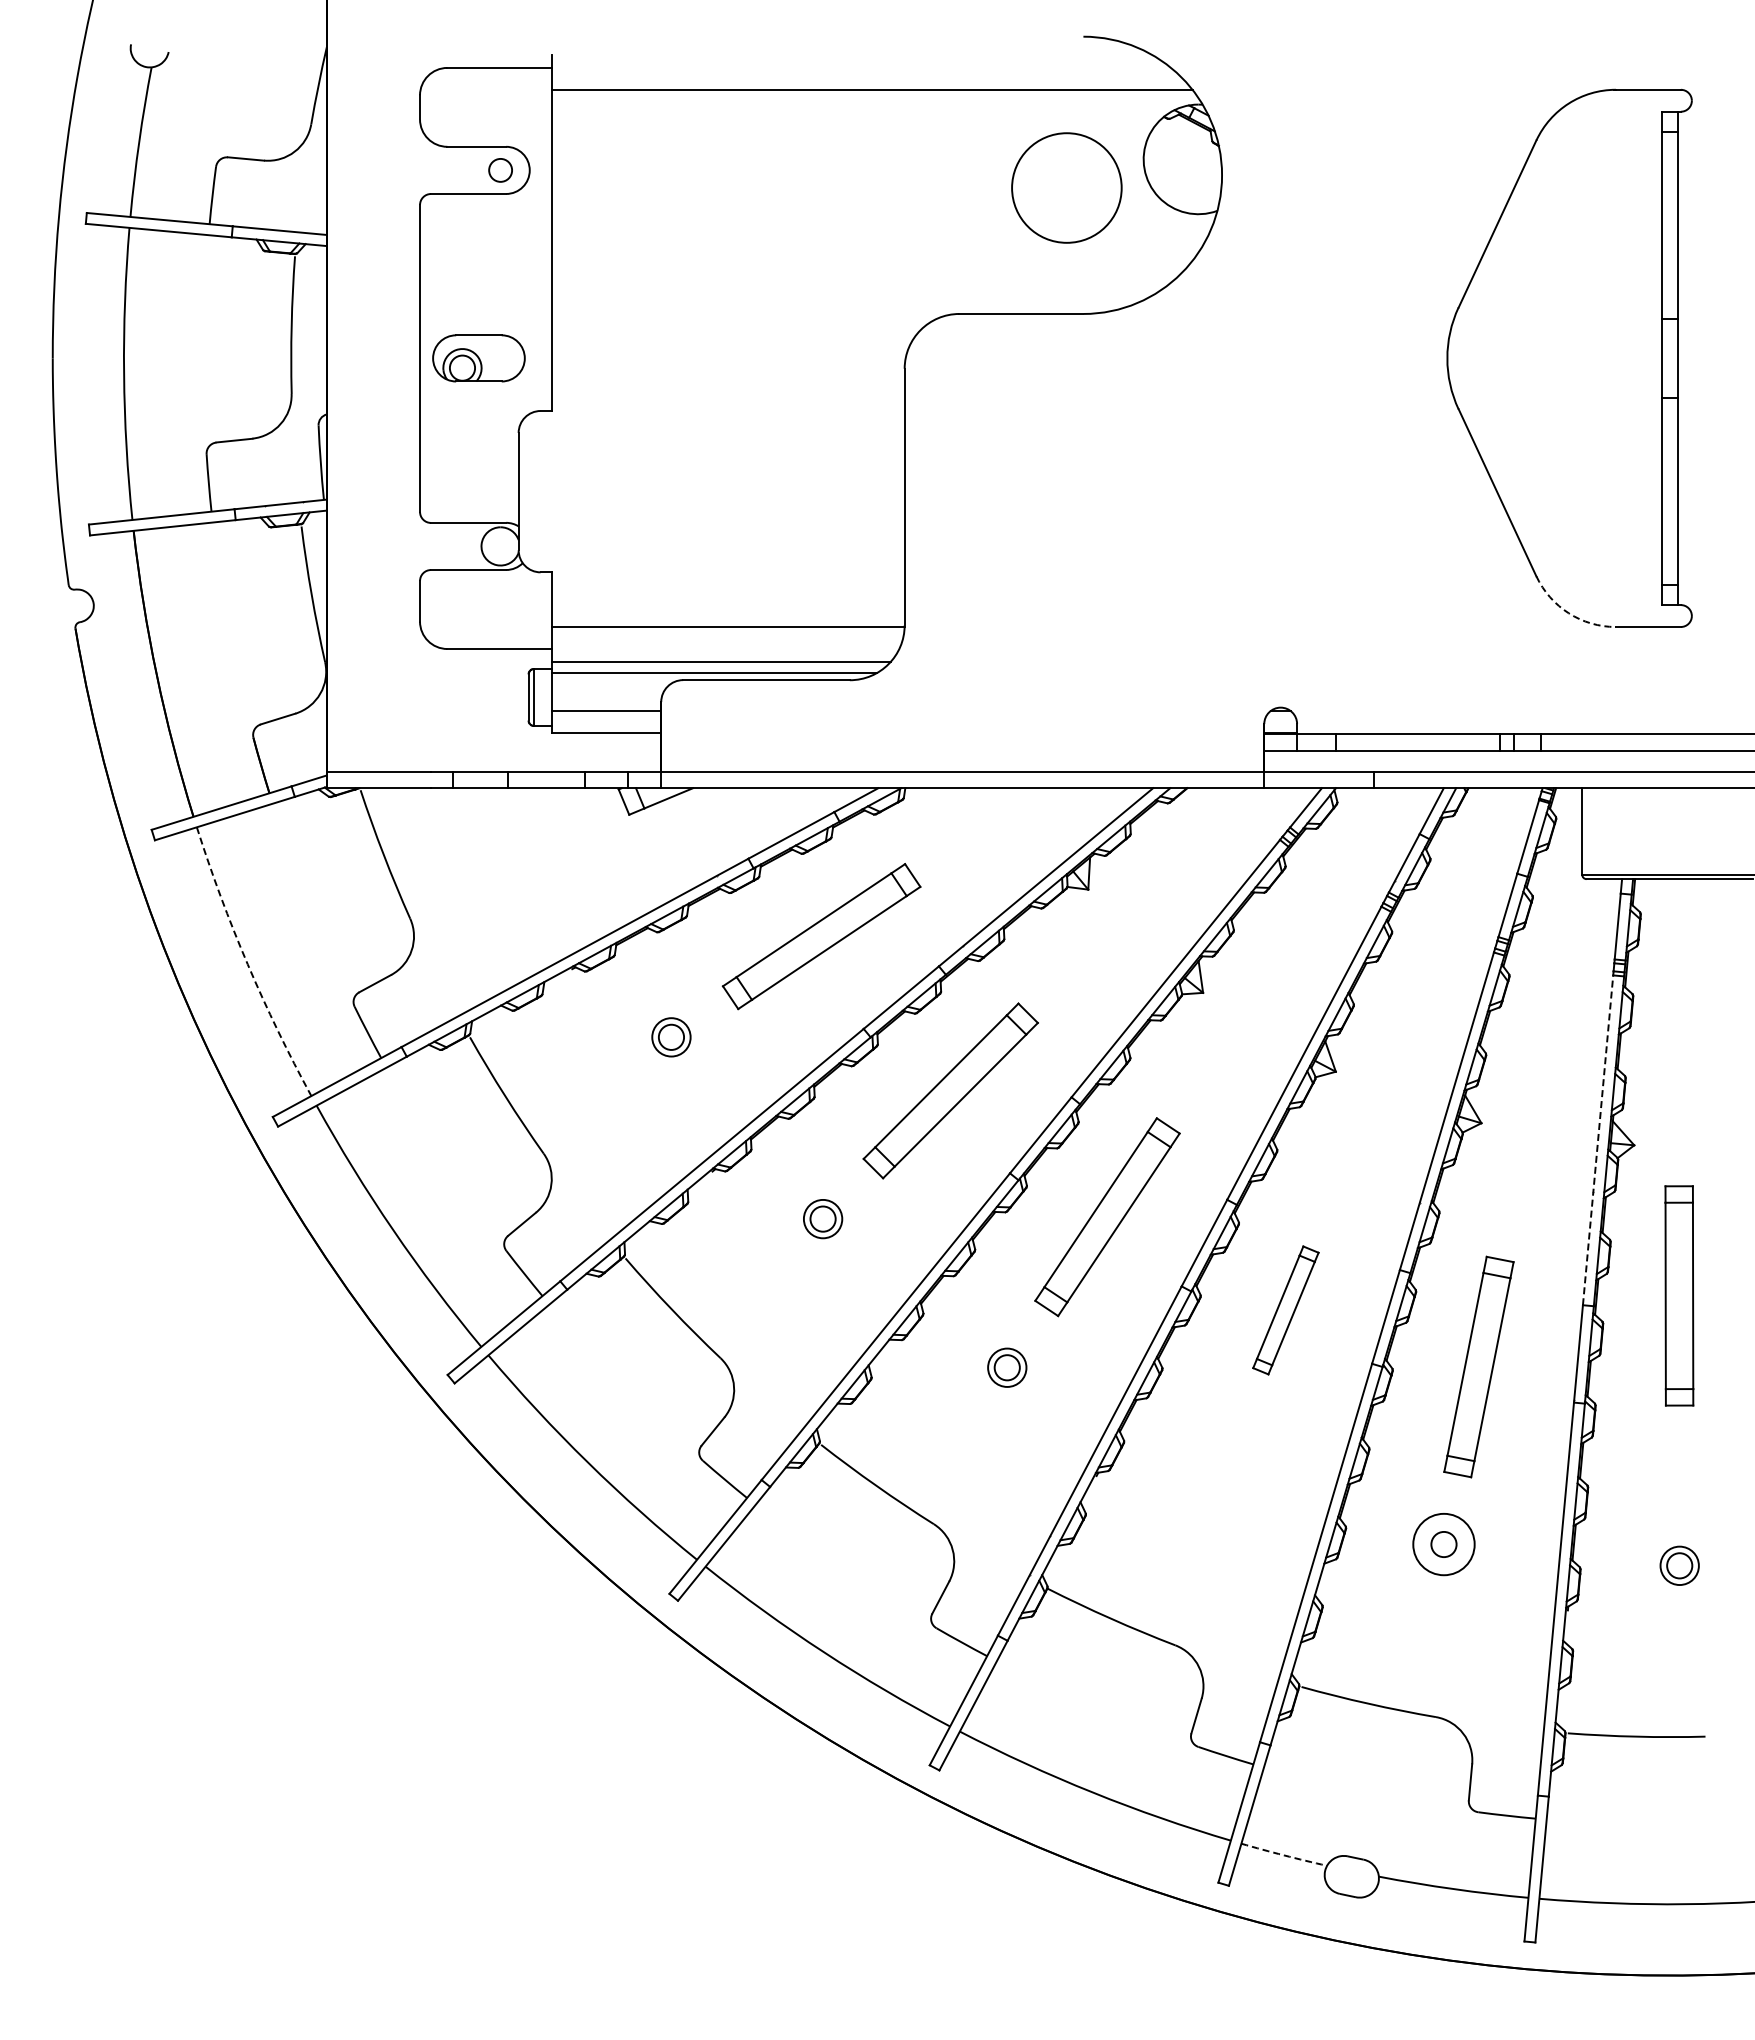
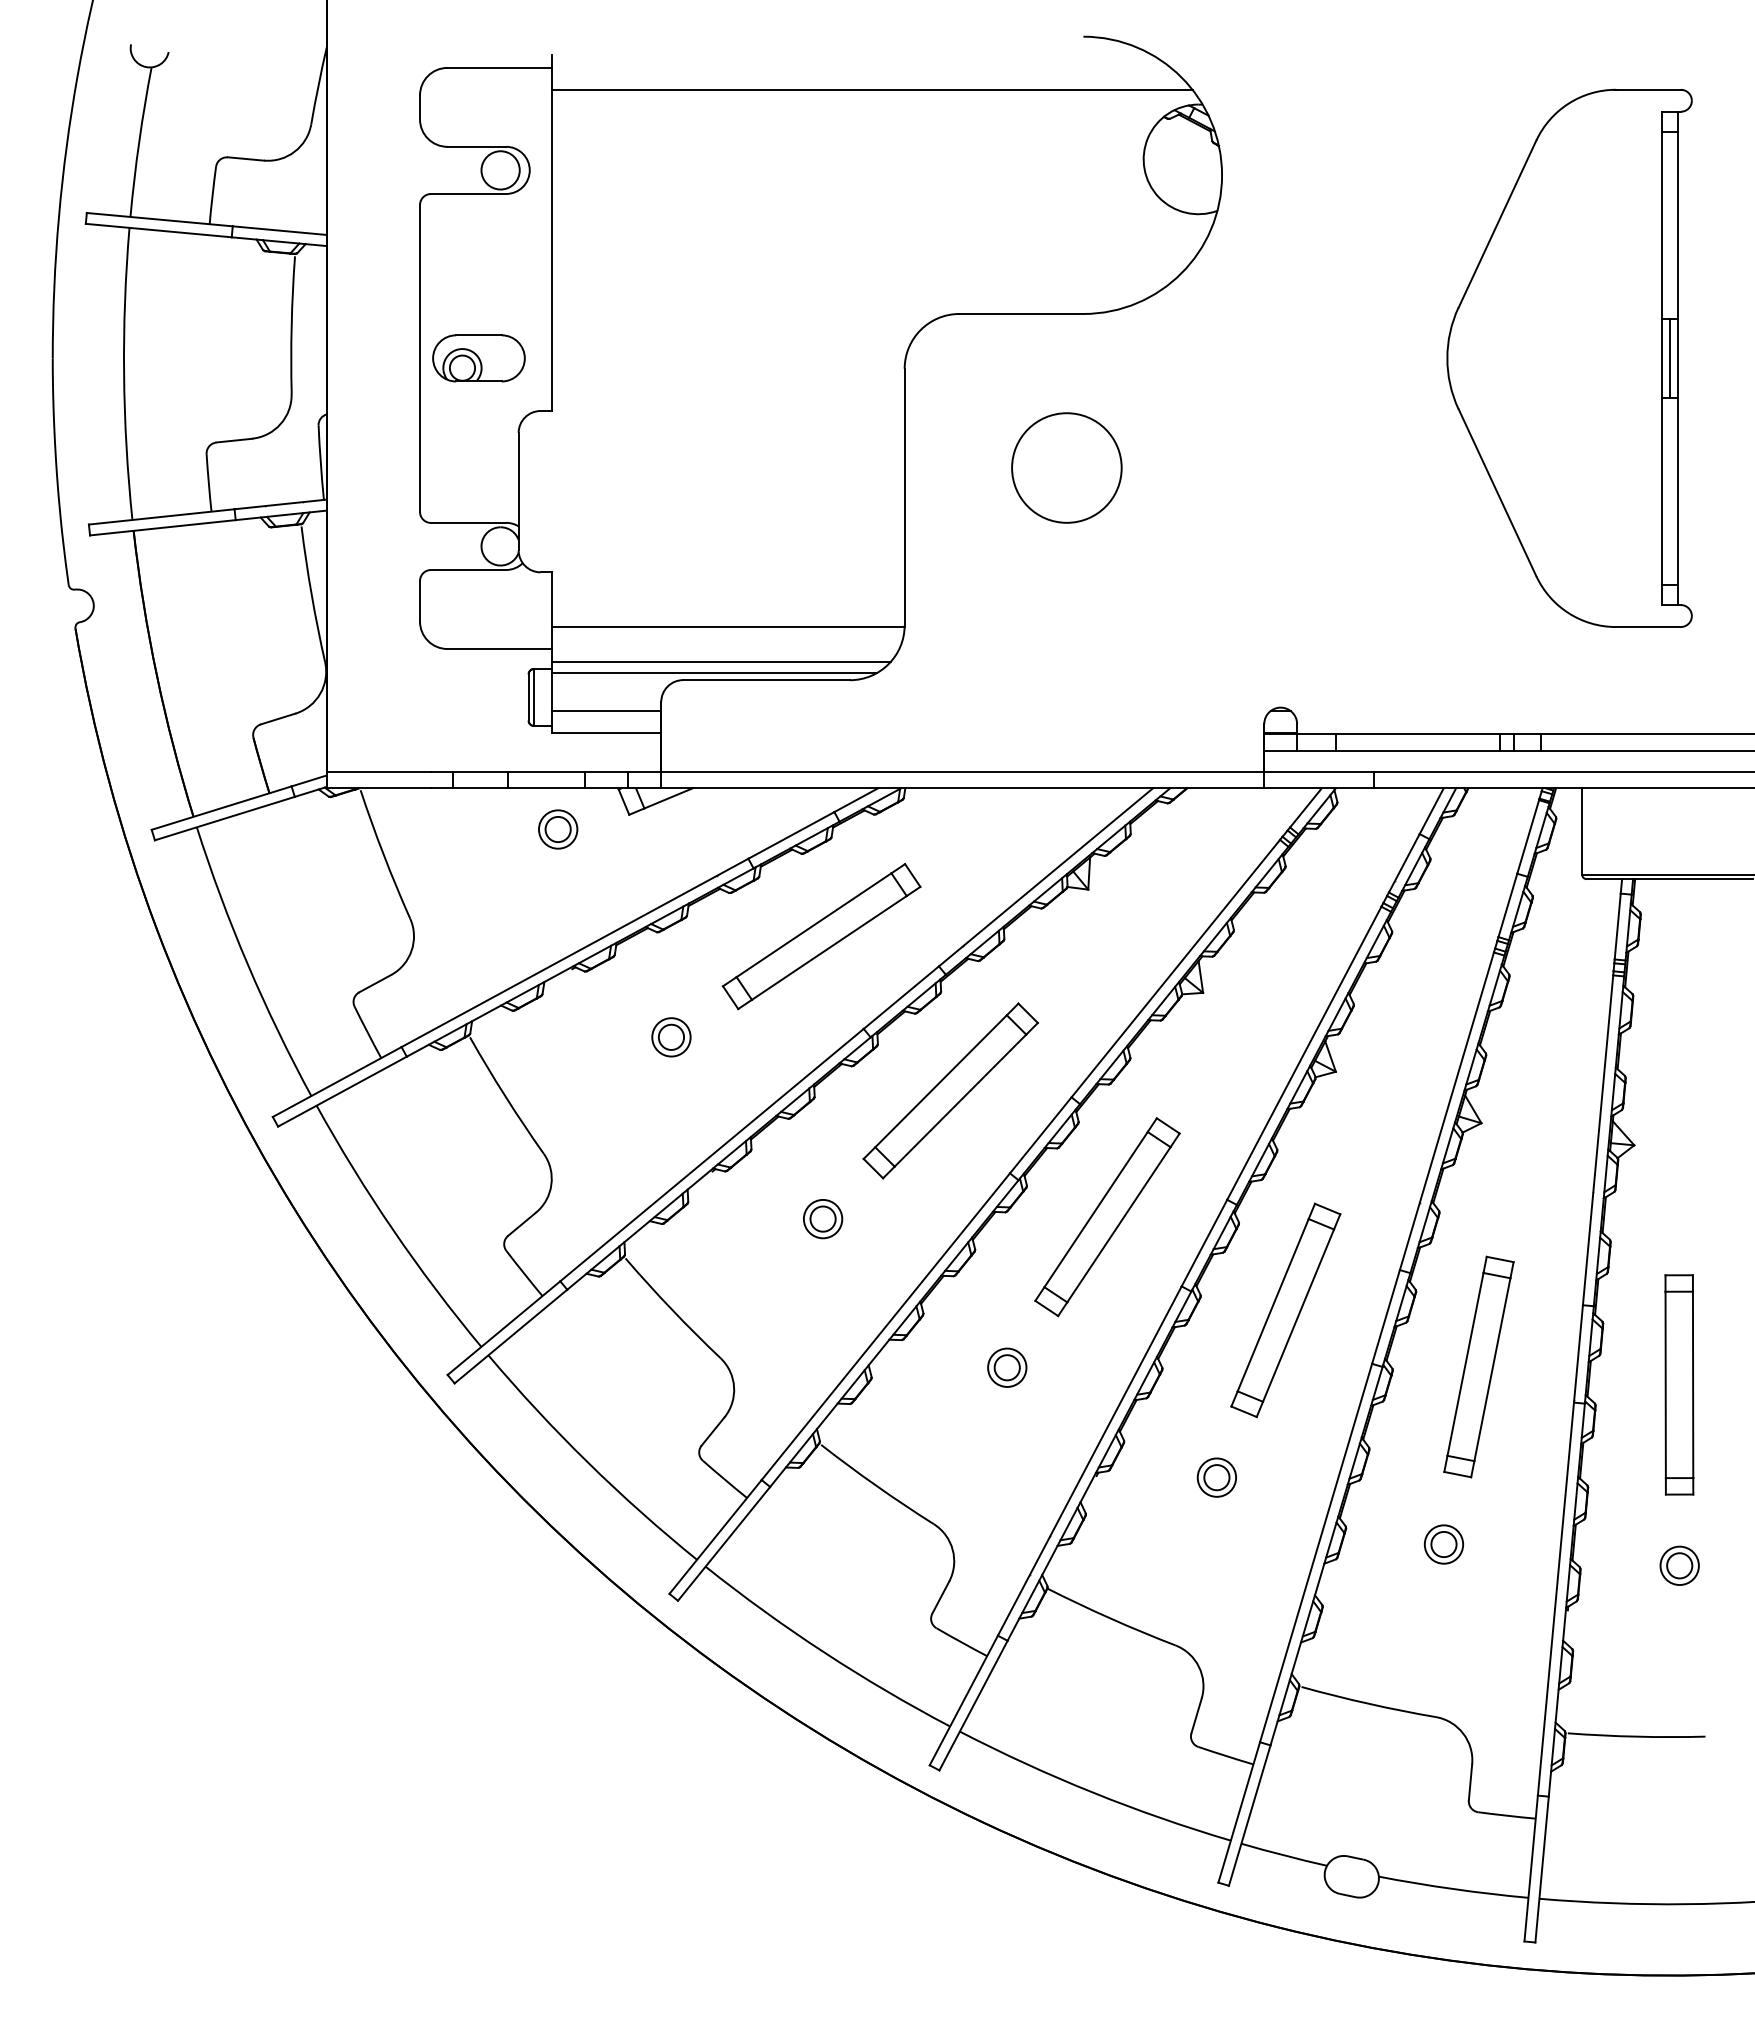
circle at (500, 169) diameter: 23 px -> 38 px
circle at (1066, 187) position: (1066, 187) -> (1066, 467)
line at (1669, 357): none -> present
arc at (1568, 613): dashed -> solid
part at (558, 829): none -> present
arc at (247, 964): dashed -> solid
line at (1598, 1140): dashed -> solid
part at (1679, 1295) position: (1679, 1295) -> (1679, 1384)
part at (1285, 1310) size: 68x131 px -> 112x217 px
part at (1216, 1477): none -> present
circle at (1443, 1544) diameter: 61 px -> 38 px
arc at (1284, 1855): dashed -> solid
